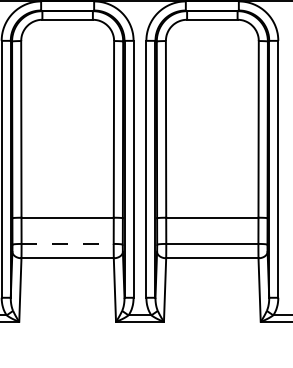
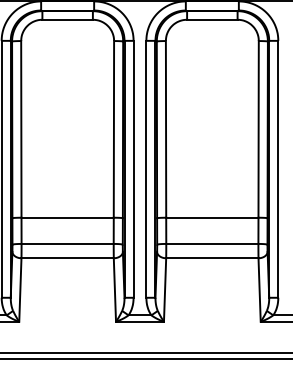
line at (68, 243): dashed -> solid
line at (145, 352): none -> present
line at (145, 359): none -> present
